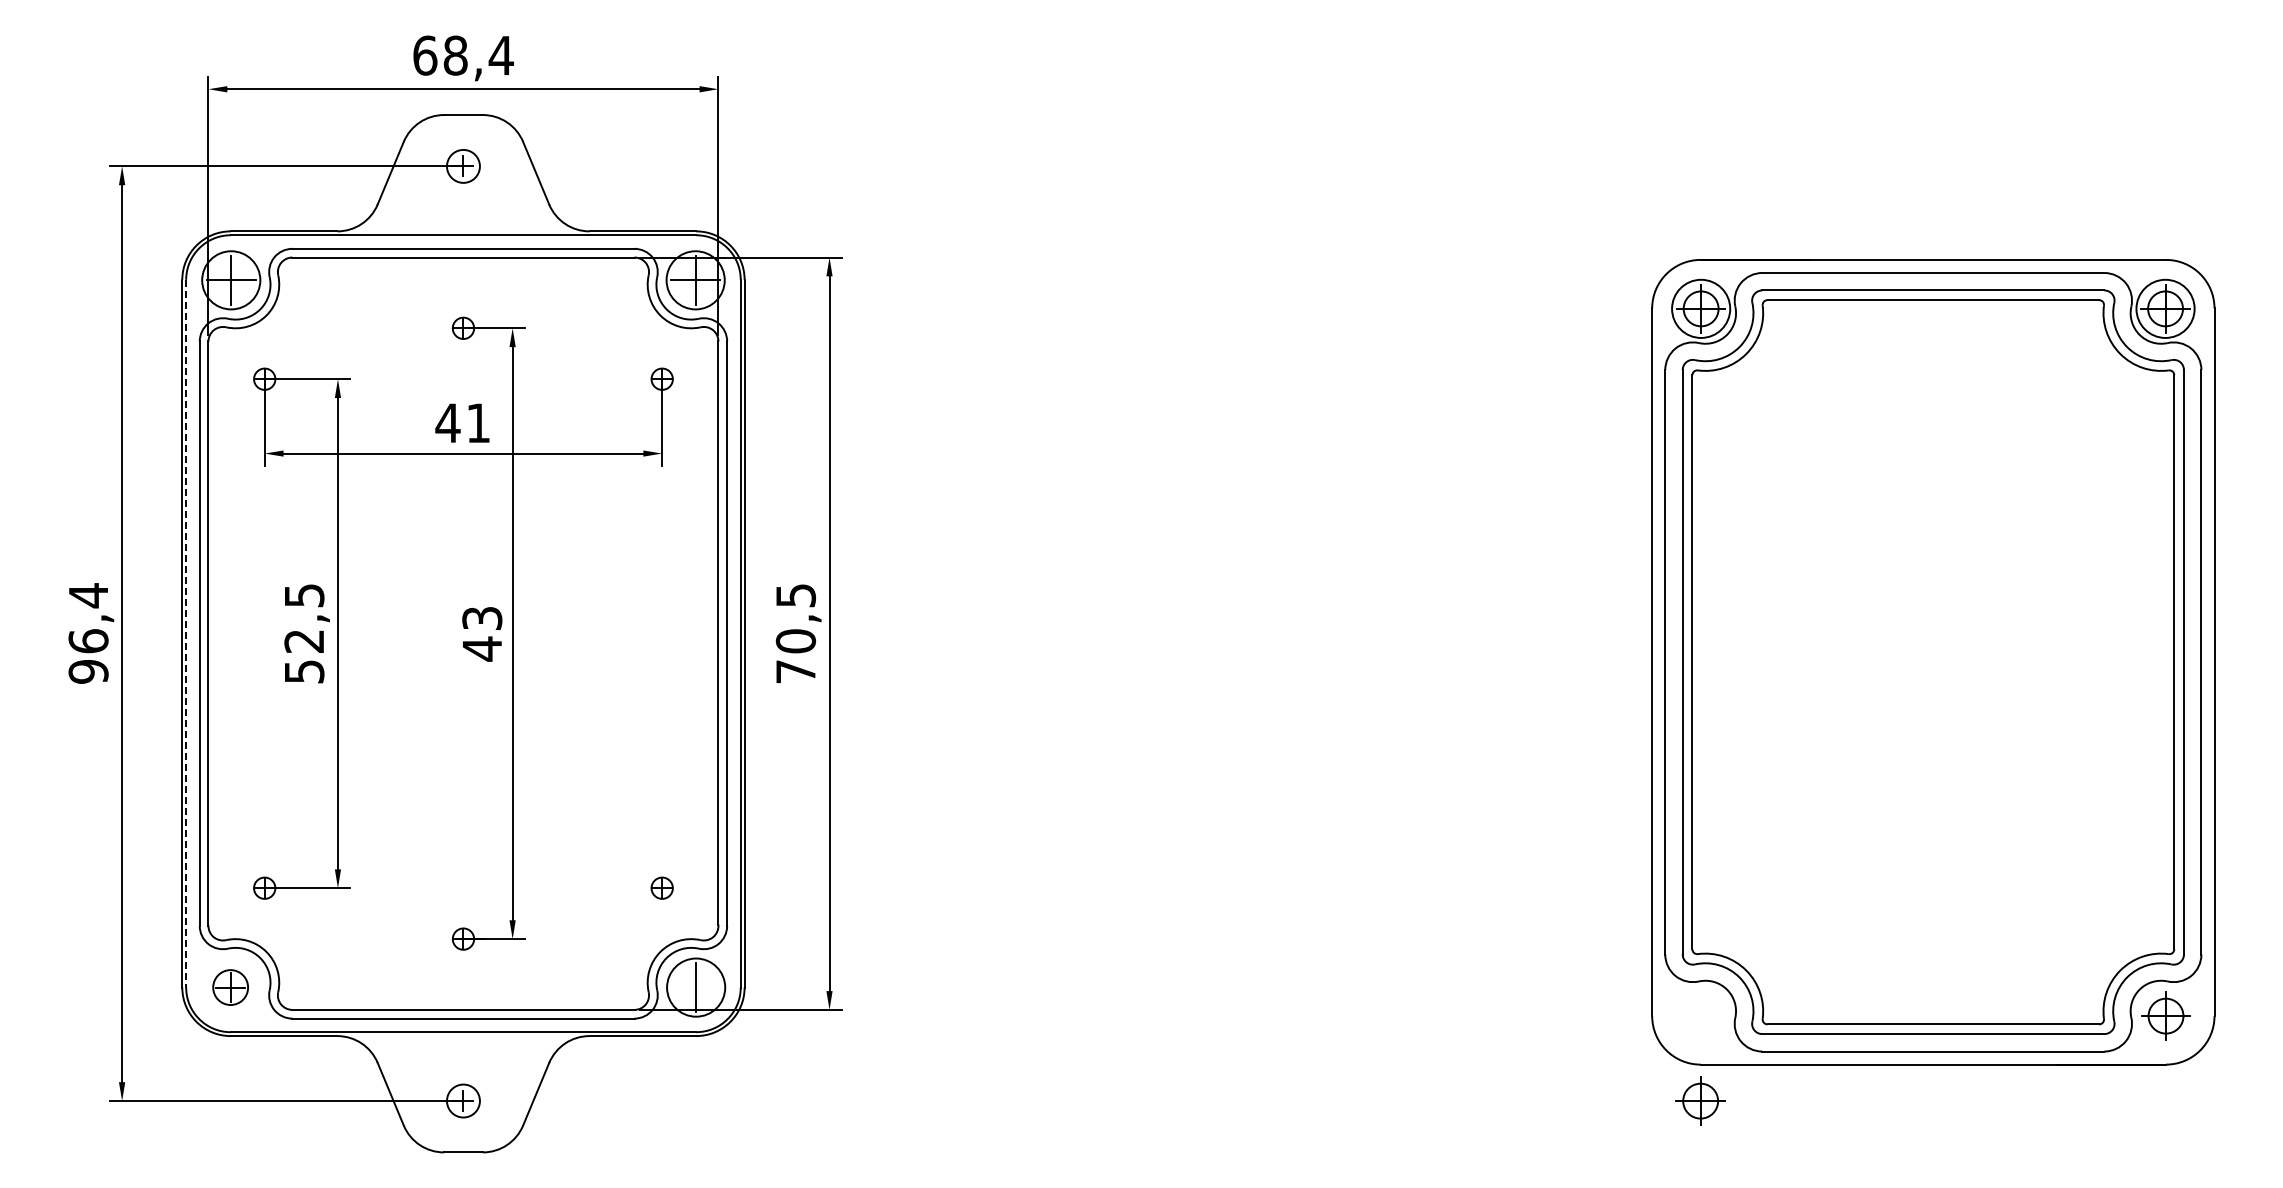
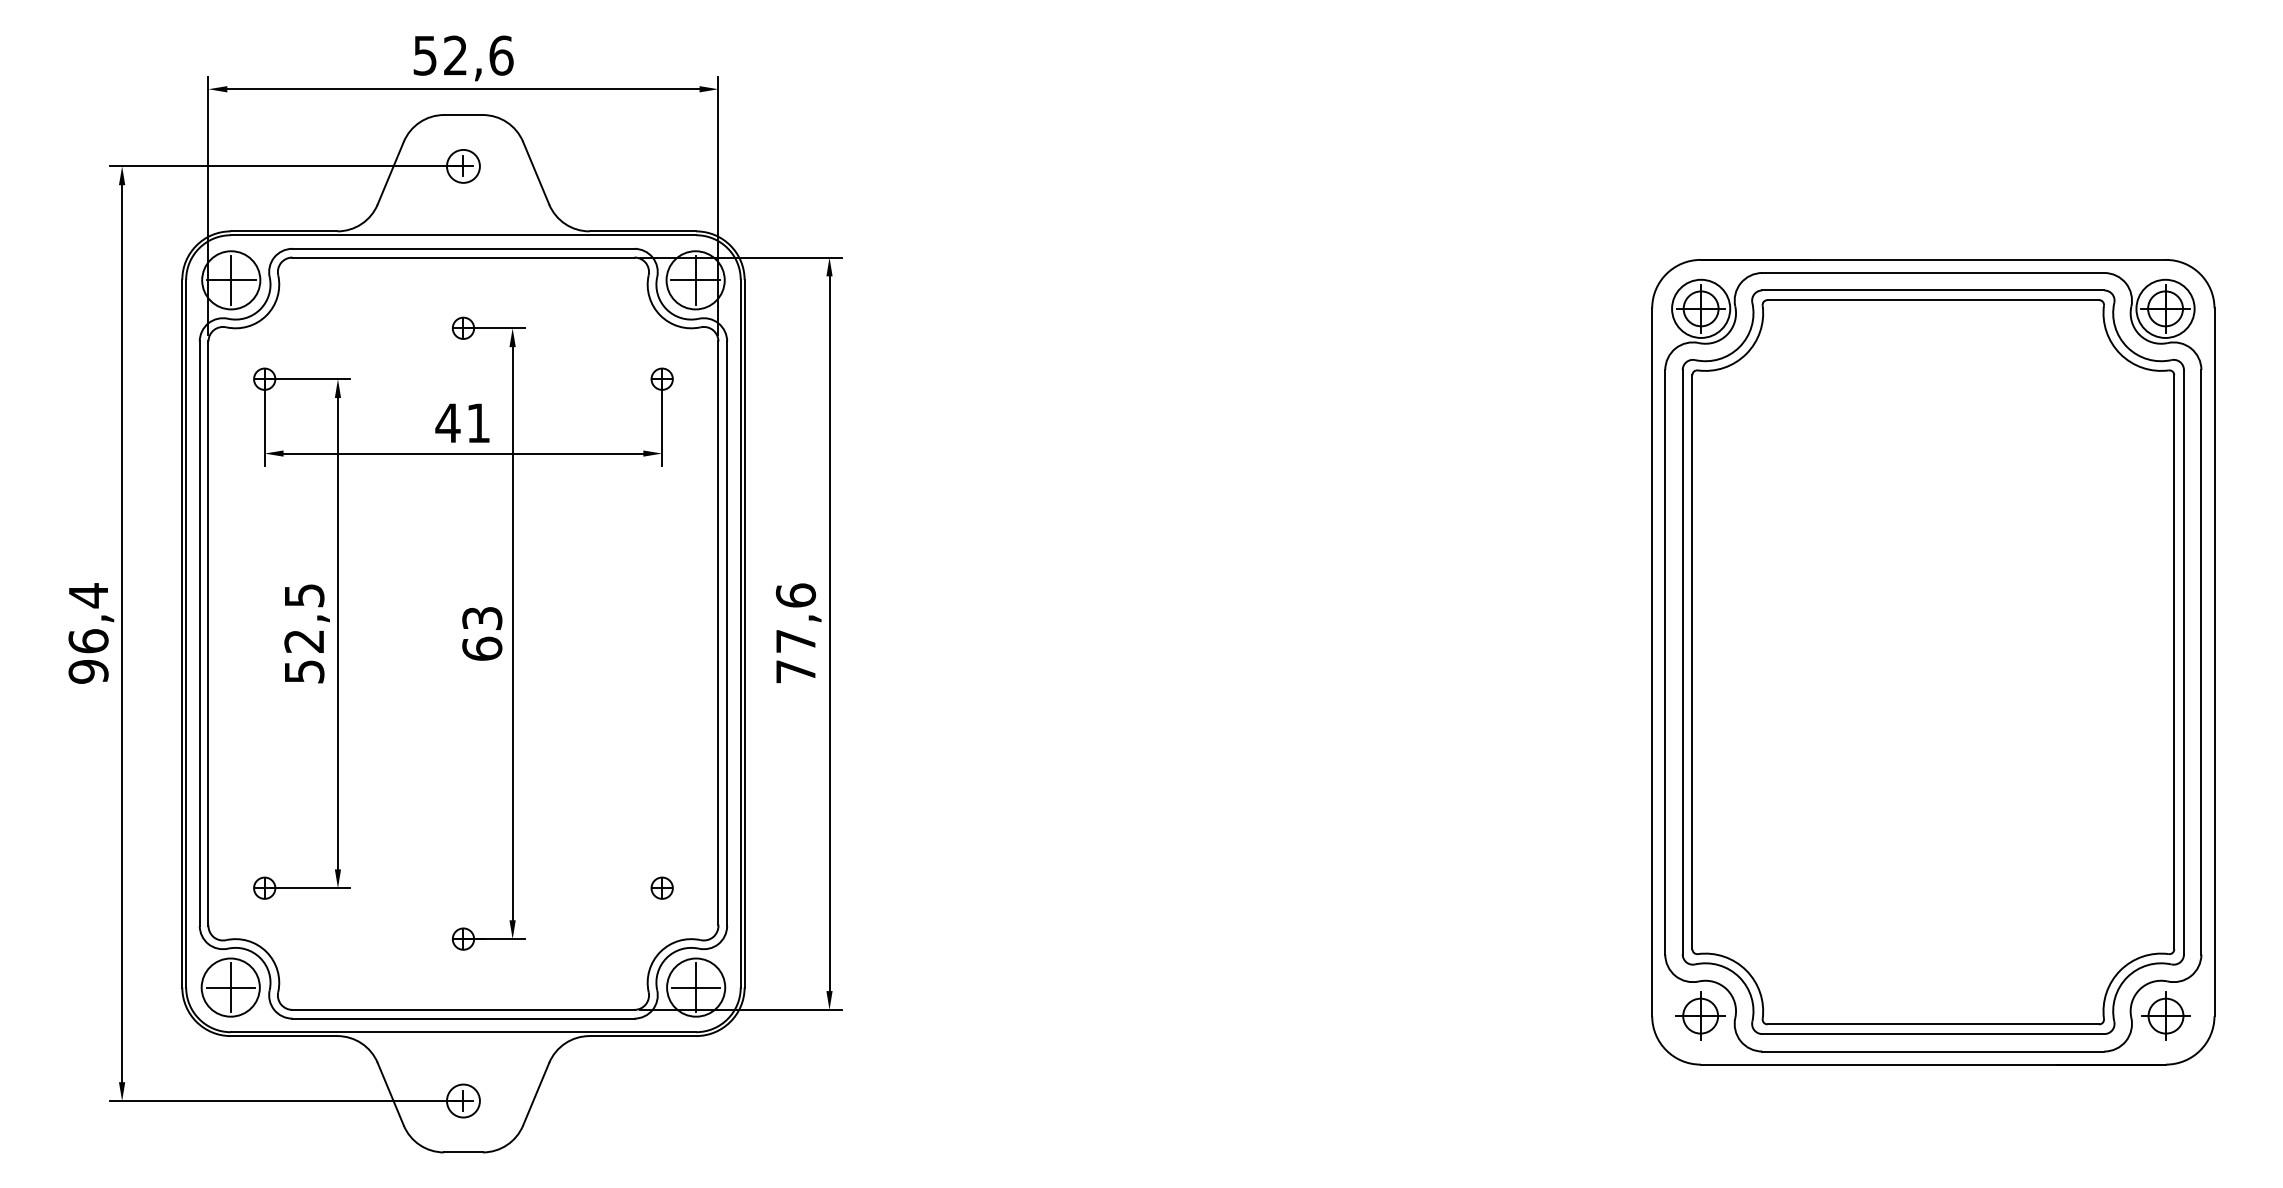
text at (463, 55): 68,4 -> 52,6
text at (795, 618): 70,5 -> 77,6
line at (186, 633): dashed -> solid
text at (482, 648): 43 -> 63
part at (230, 987) size: 37x37 px -> 61x61 px
line at (695, 987): none -> present
part at (1700, 1100) position: (1700, 1100) -> (1700, 1015)
